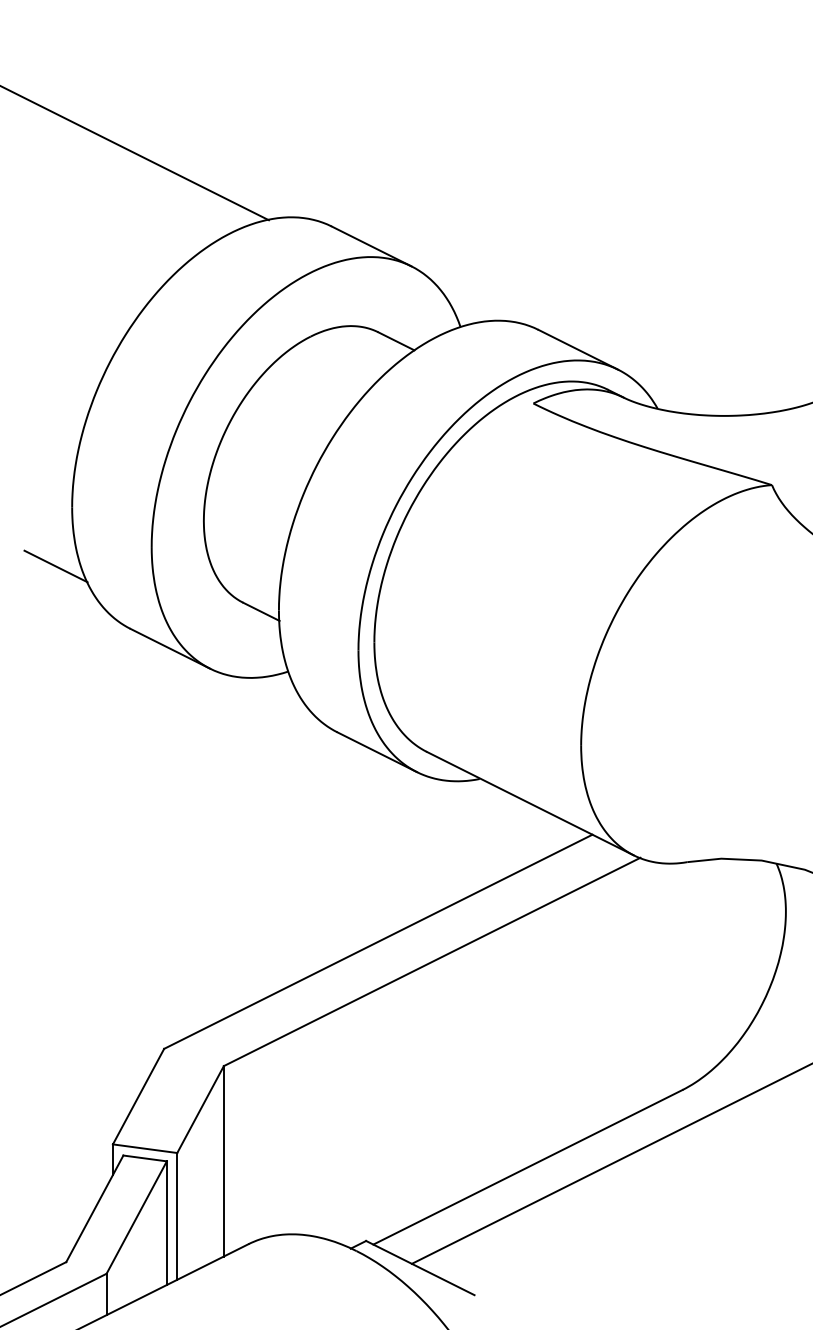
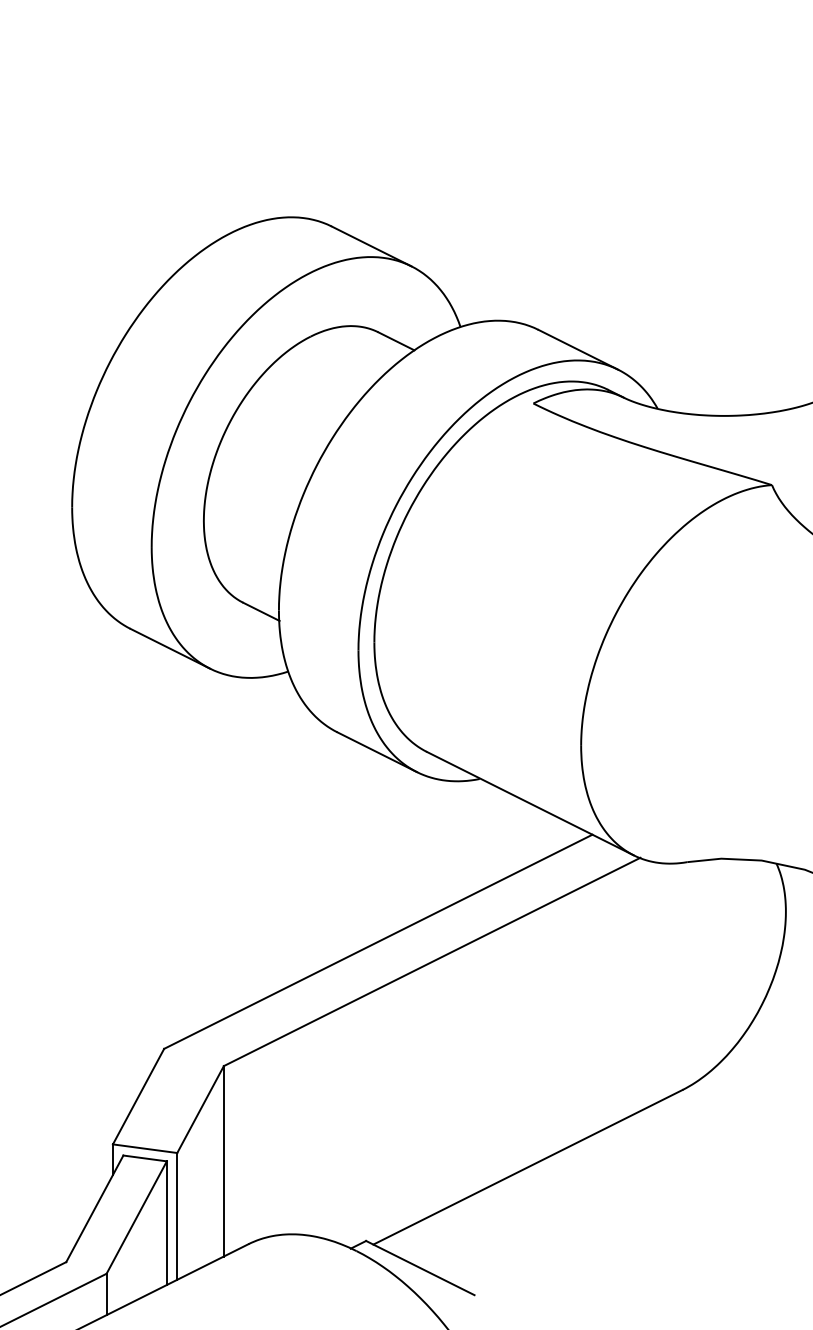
line at (135, 153): present -> none
line at (55, 566): present -> none
line at (610, 1164): present -> none
